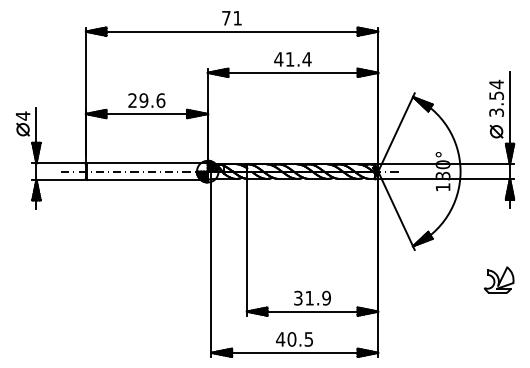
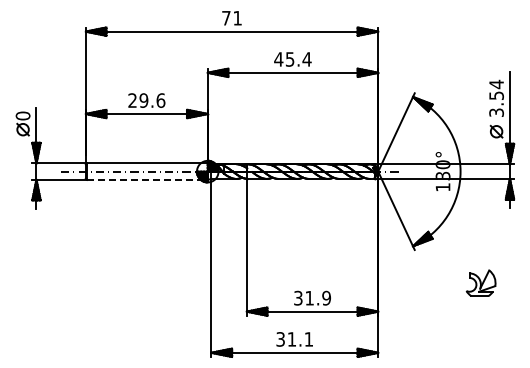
text at (289, 59): 41.4 -> 45.4
text at (22, 115): 4 -> 0
line at (147, 179): solid -> dashed
part at (498, 279) position: (498, 279) -> (480, 282)
text at (294, 339): 40.5 -> 31.1
